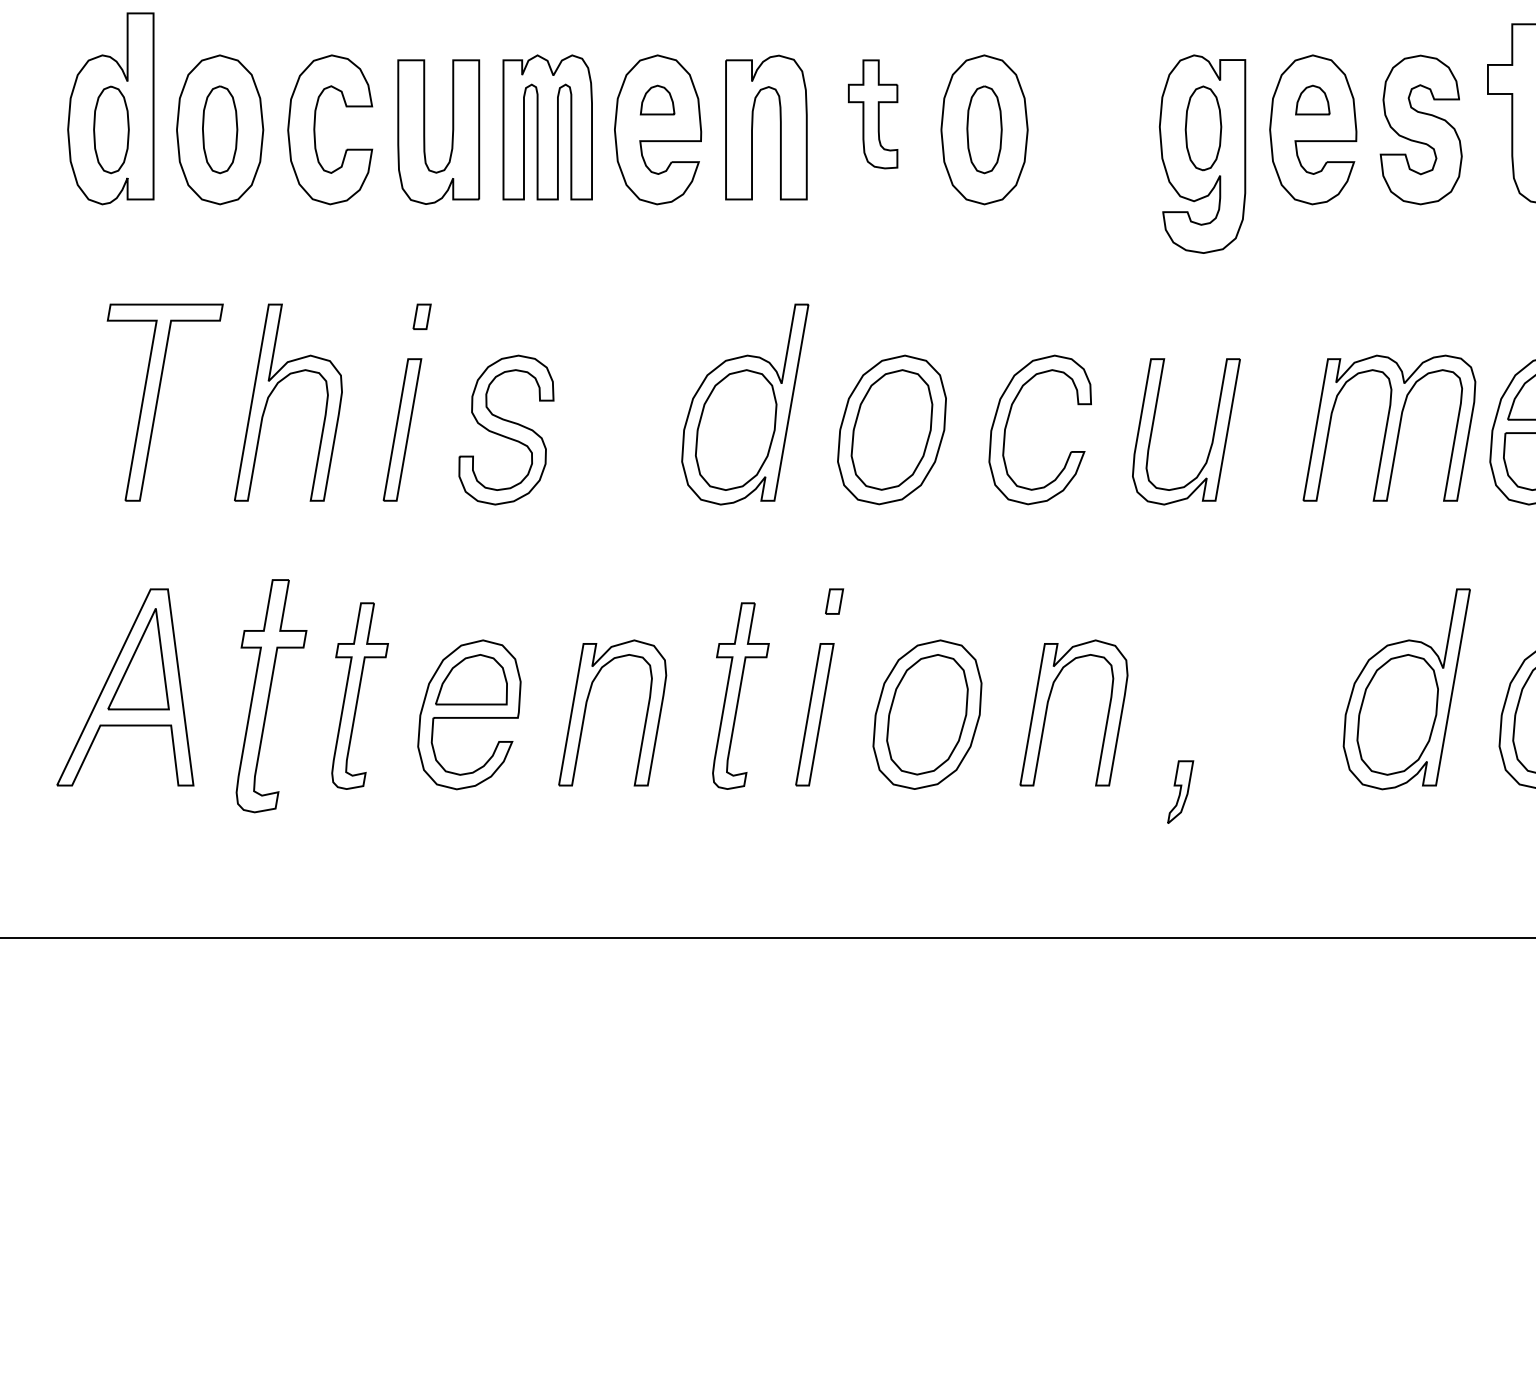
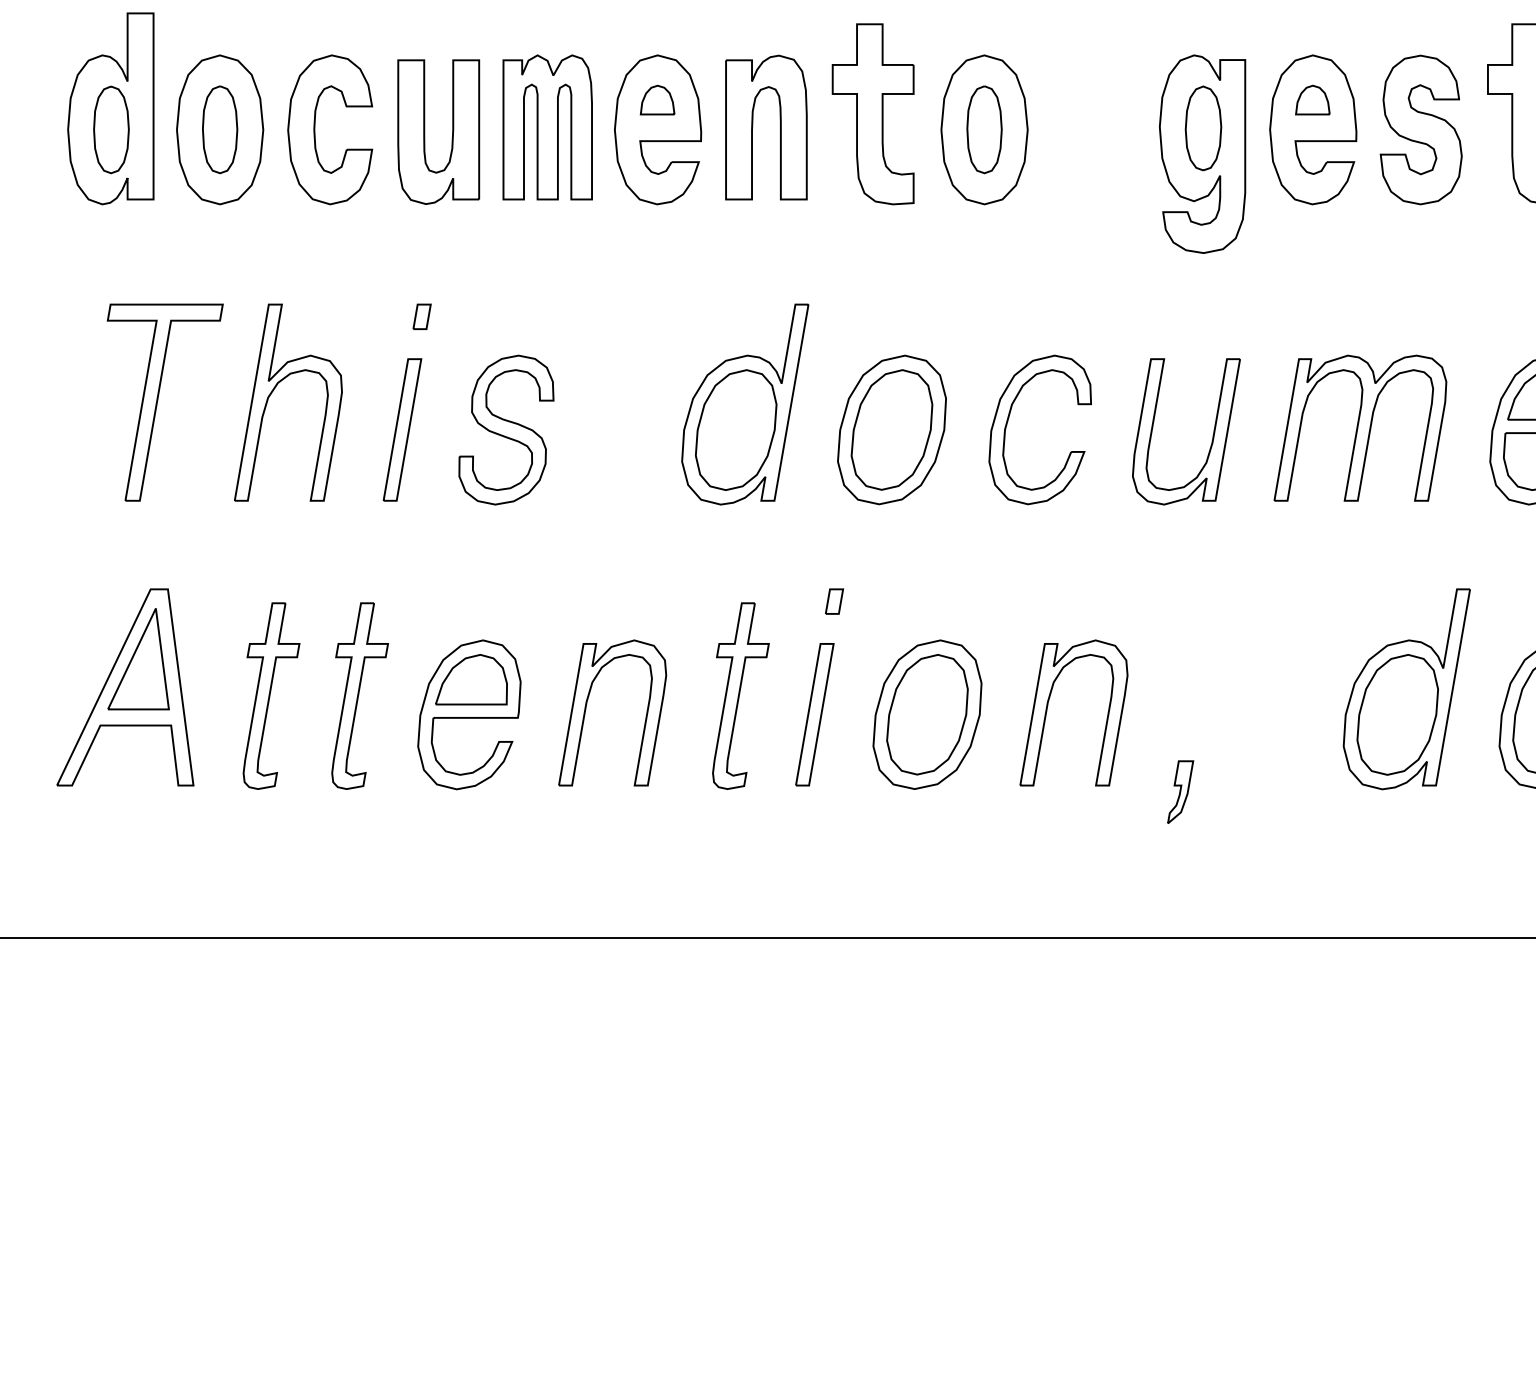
part at (873, 114) size: 51x111 px -> 84x183 px
part at (1389, 427) position: (1389, 427) -> (1360, 427)
part at (271, 696) size: 73x235 px -> 59x188 px
